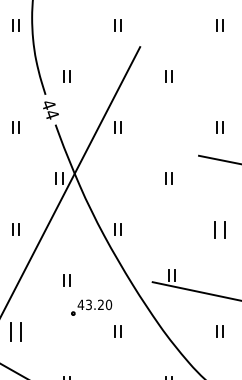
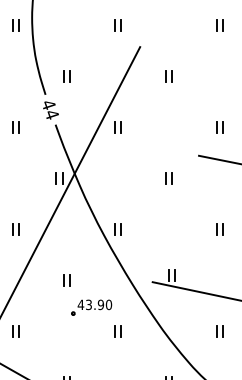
part at (219, 229) size: 12x18 px -> 8x13 px
text at (100, 304): 43.20 -> 43.90
part at (15, 331) size: 12x20 px -> 8x13 px
